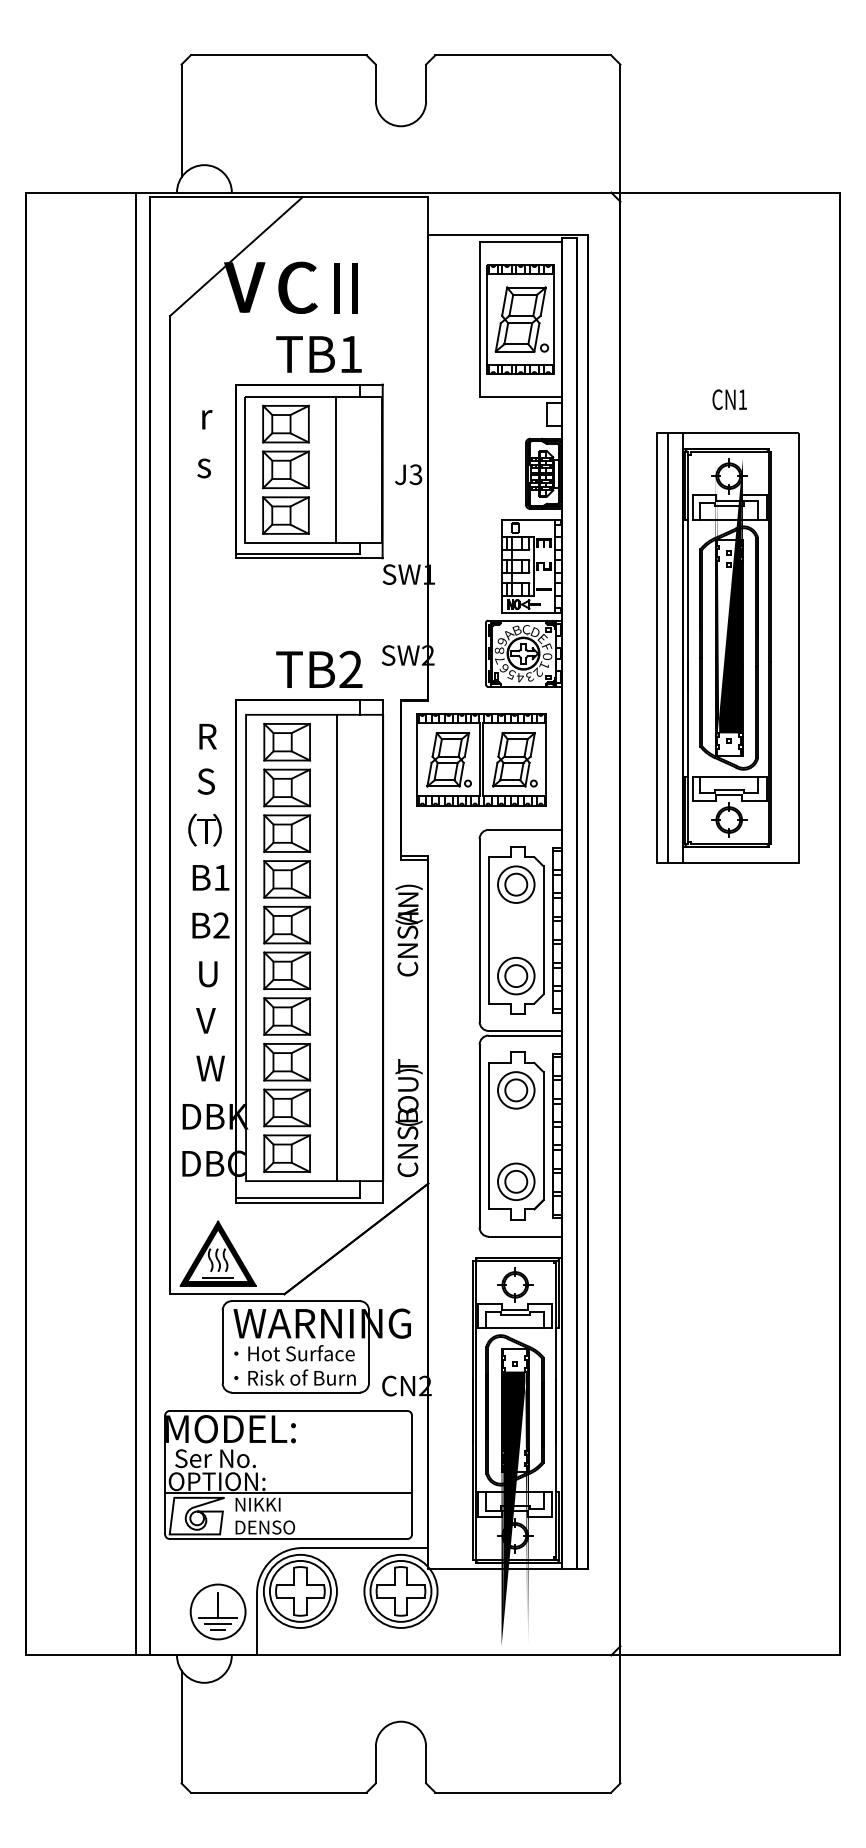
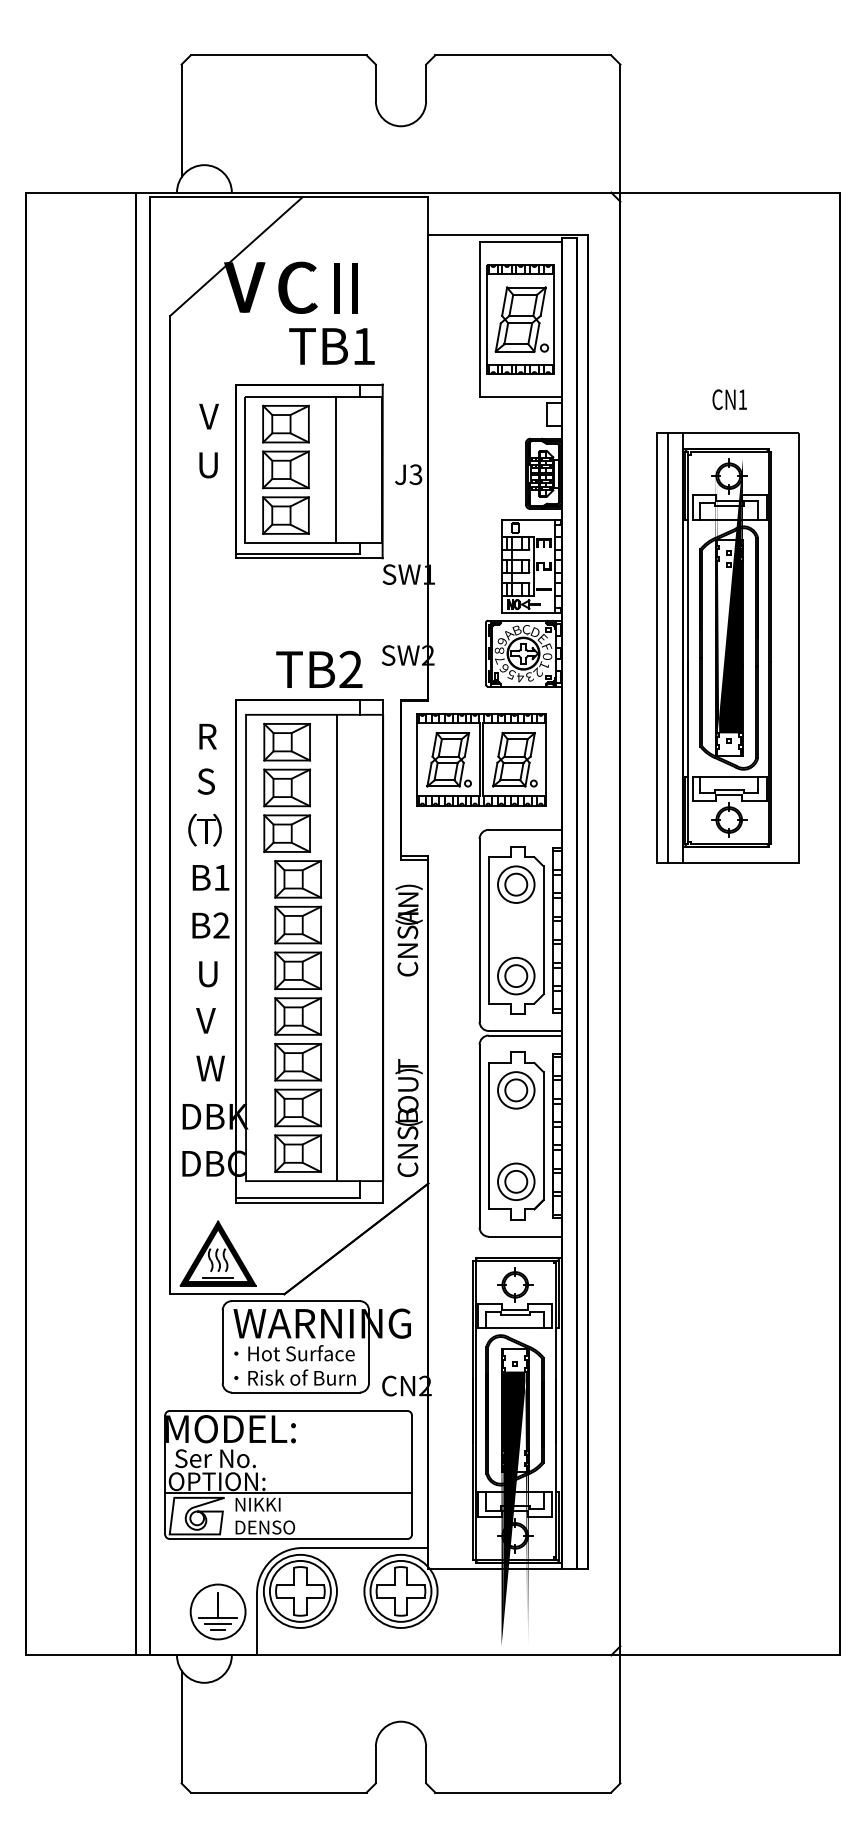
text at (318, 354) position: (318, 354) -> (331, 346)
text at (208, 416): r -> V
text at (207, 465): s -> U
part at (287, 1016) position: (287, 1016) -> (298, 1016)
